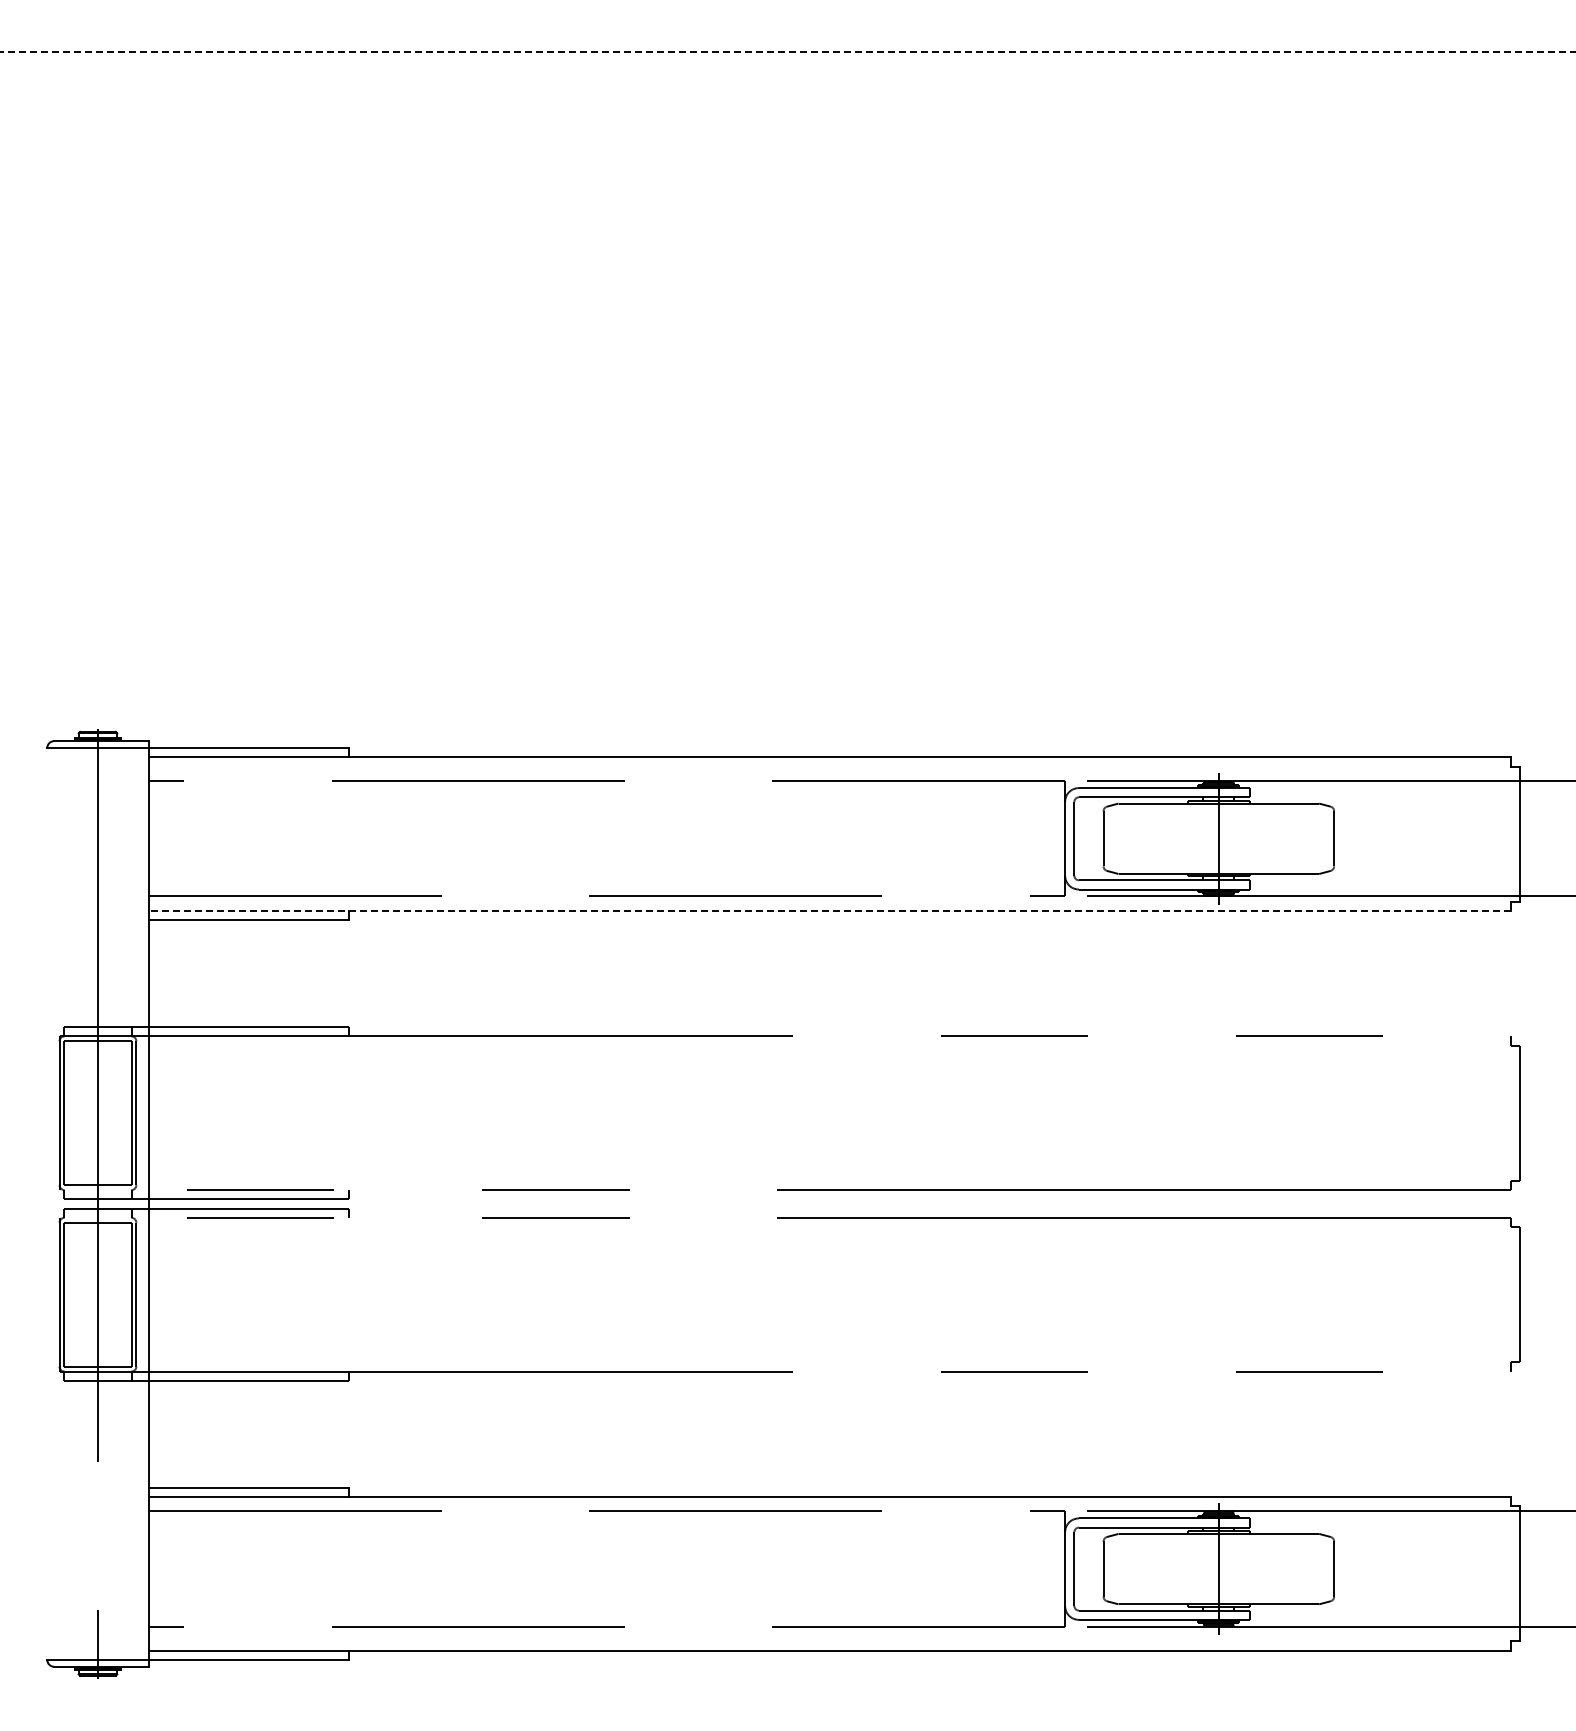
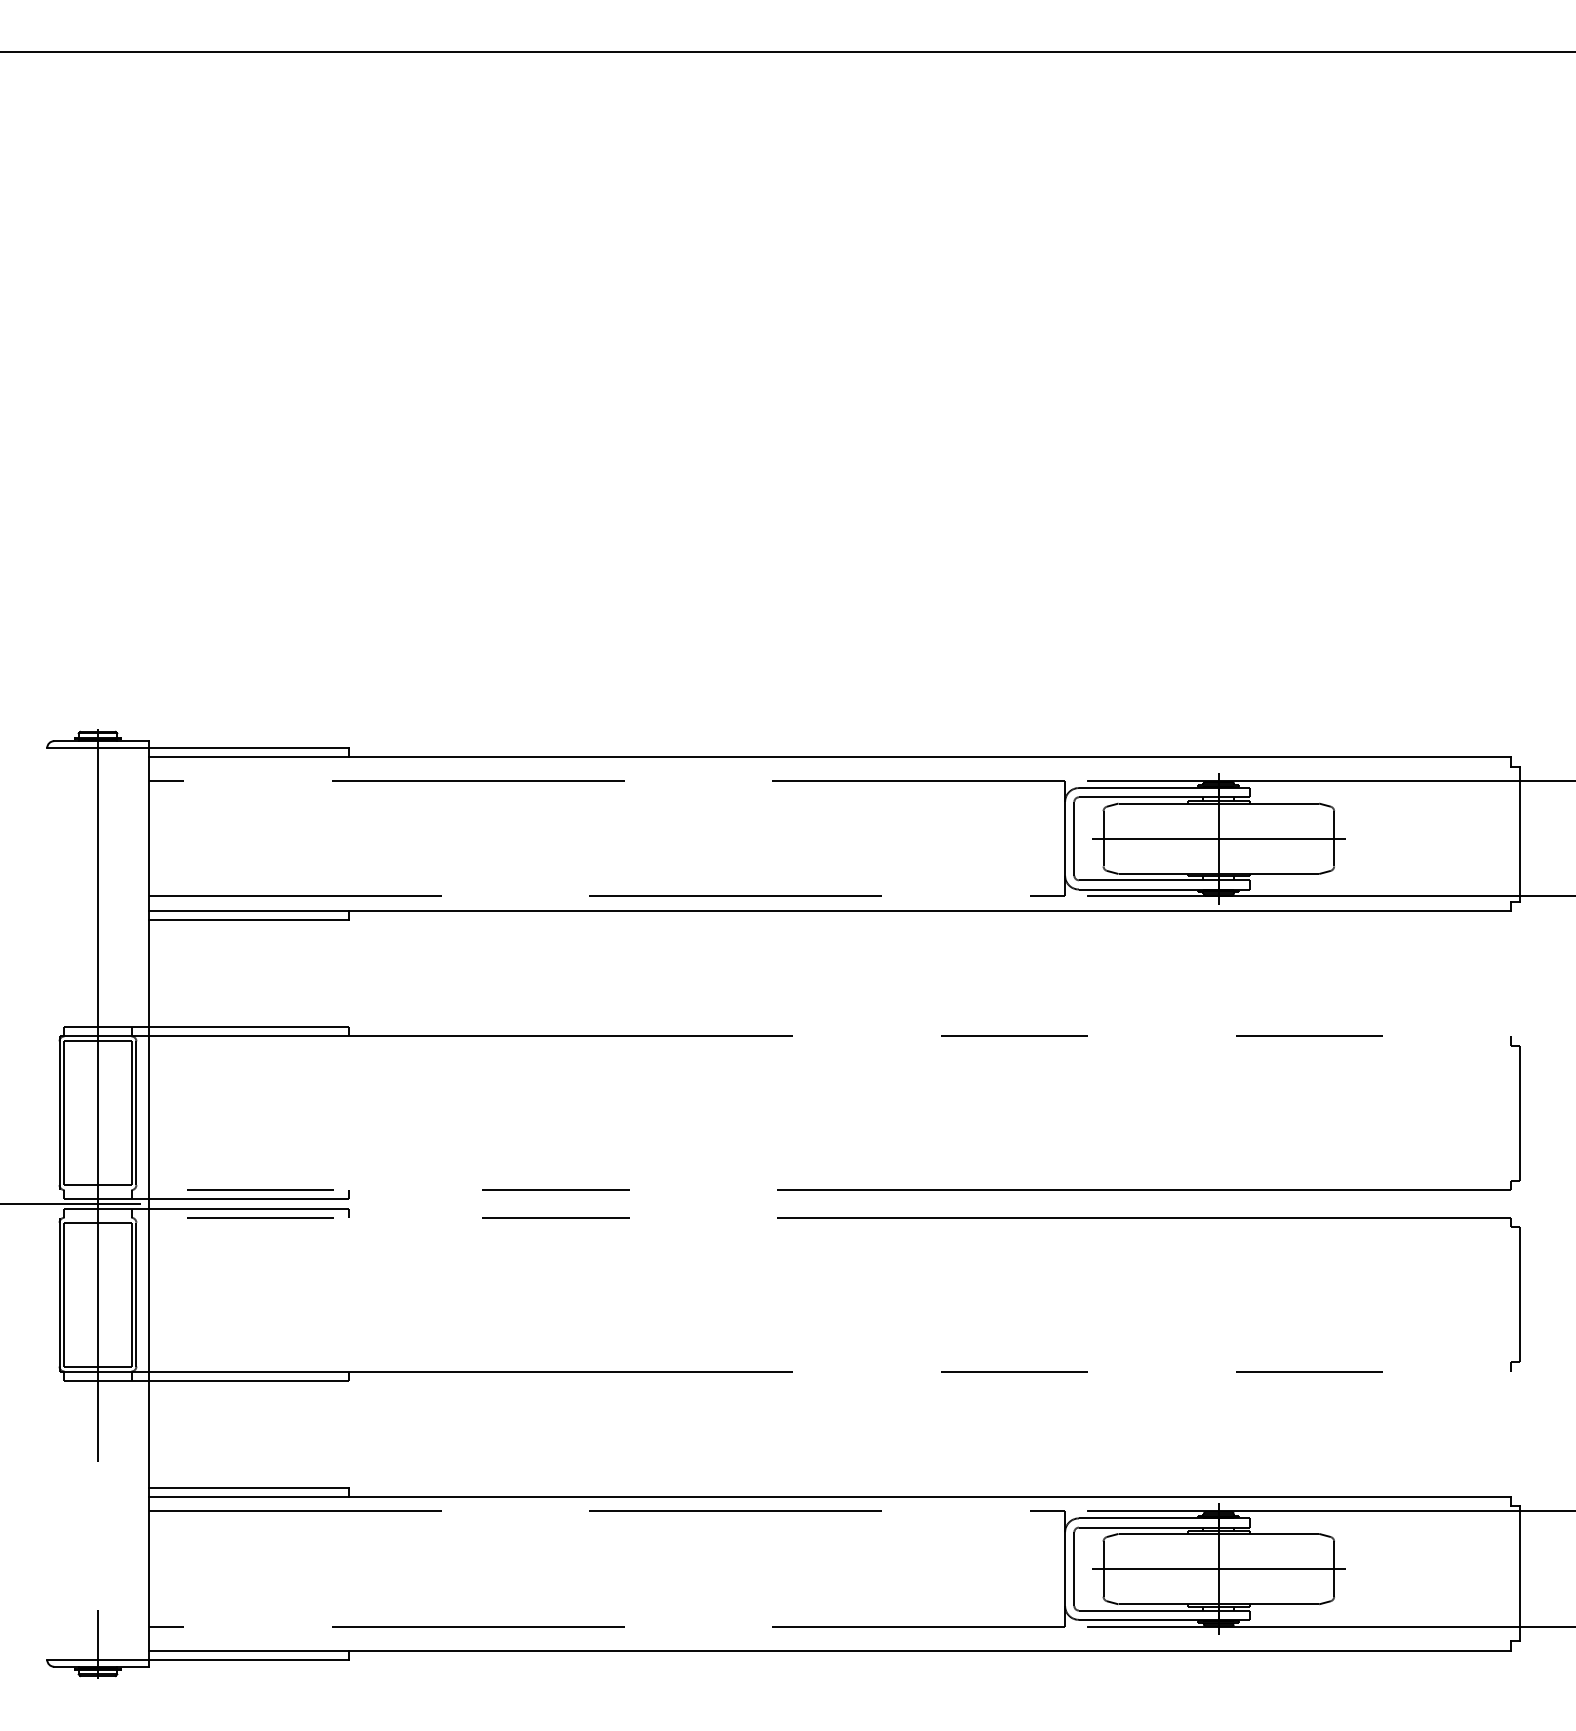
line at (788, 51): dashed -> solid
line at (1218, 838): none -> present
line at (829, 911): dashed -> solid
line at (71, 1203): none -> present
line at (1218, 1569): none -> present
